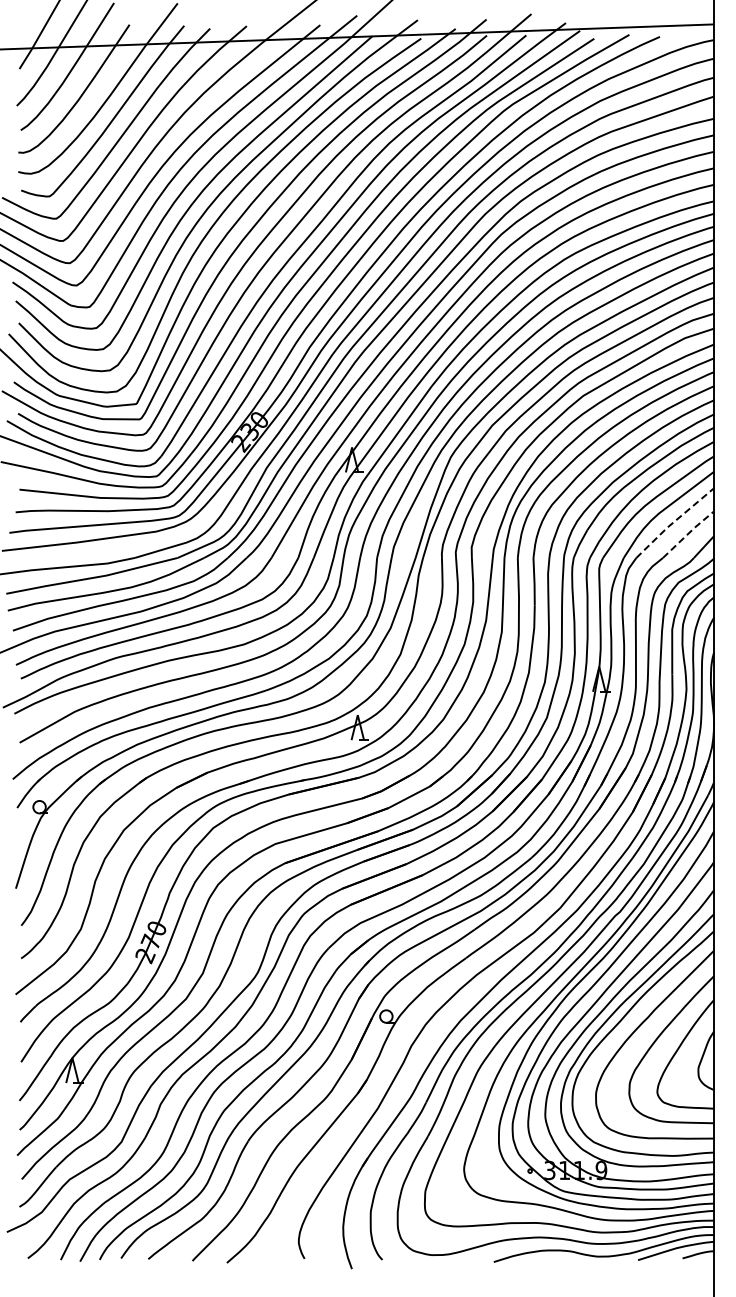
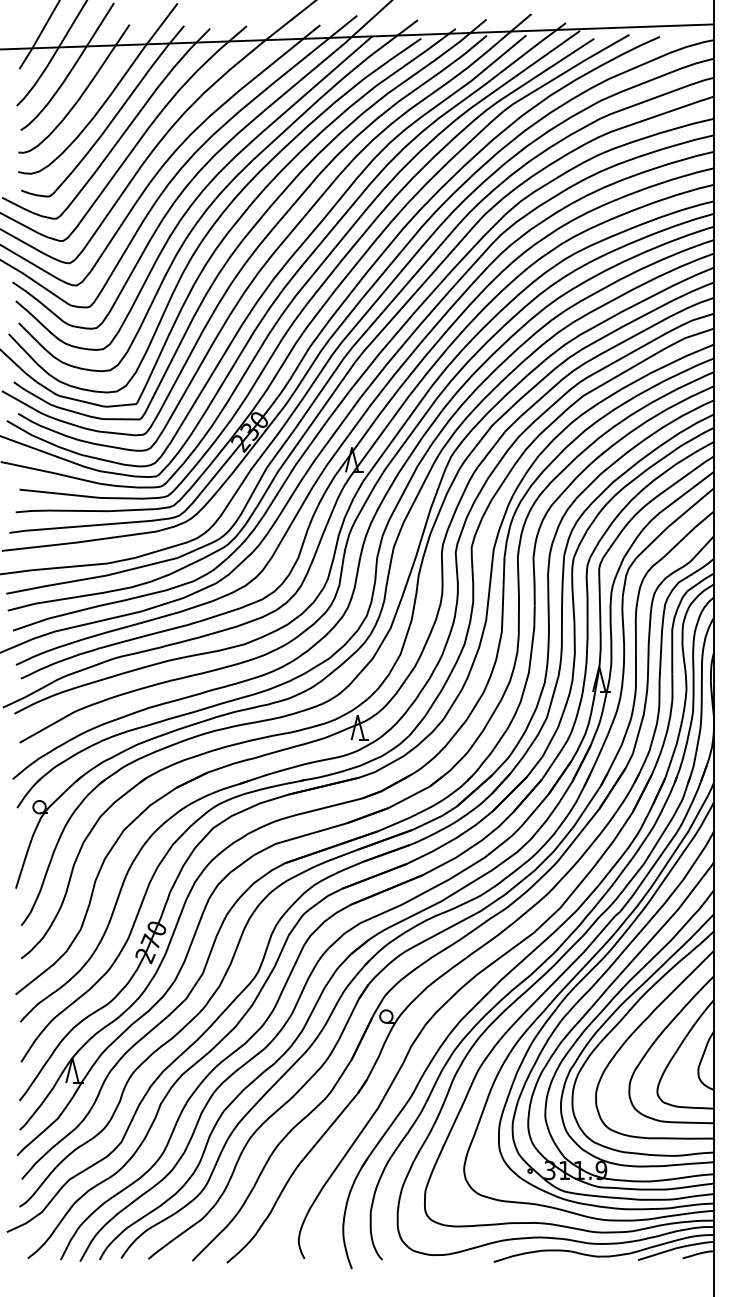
line at (674, 521): dashed -> solid
line at (688, 533): dashed -> solid
